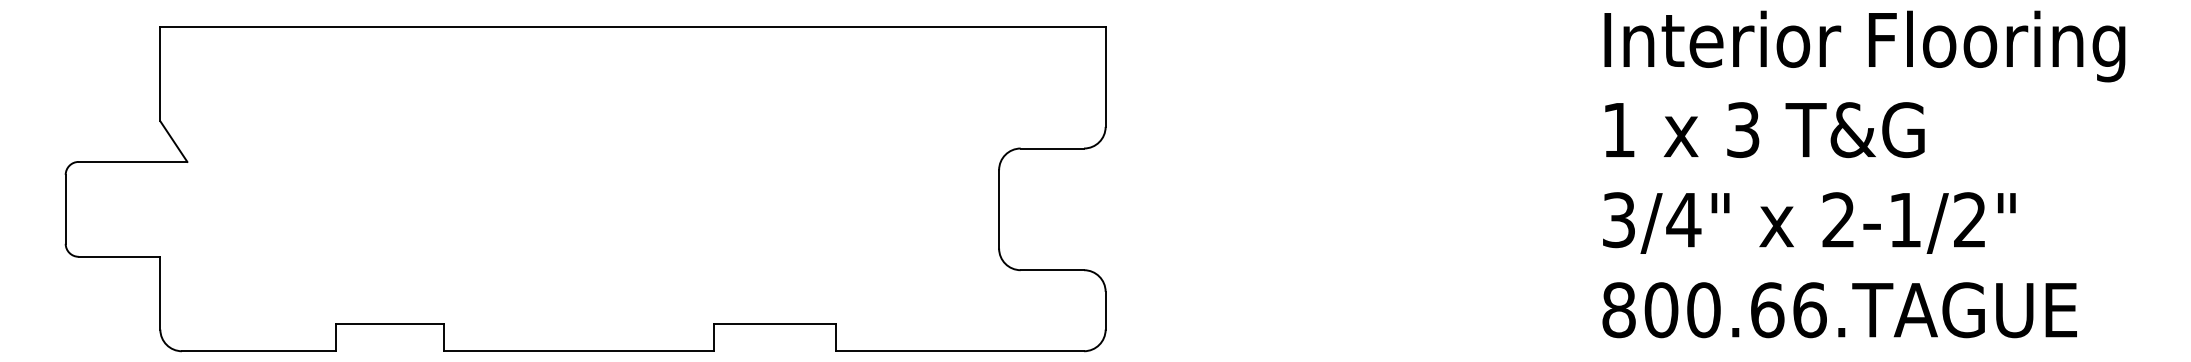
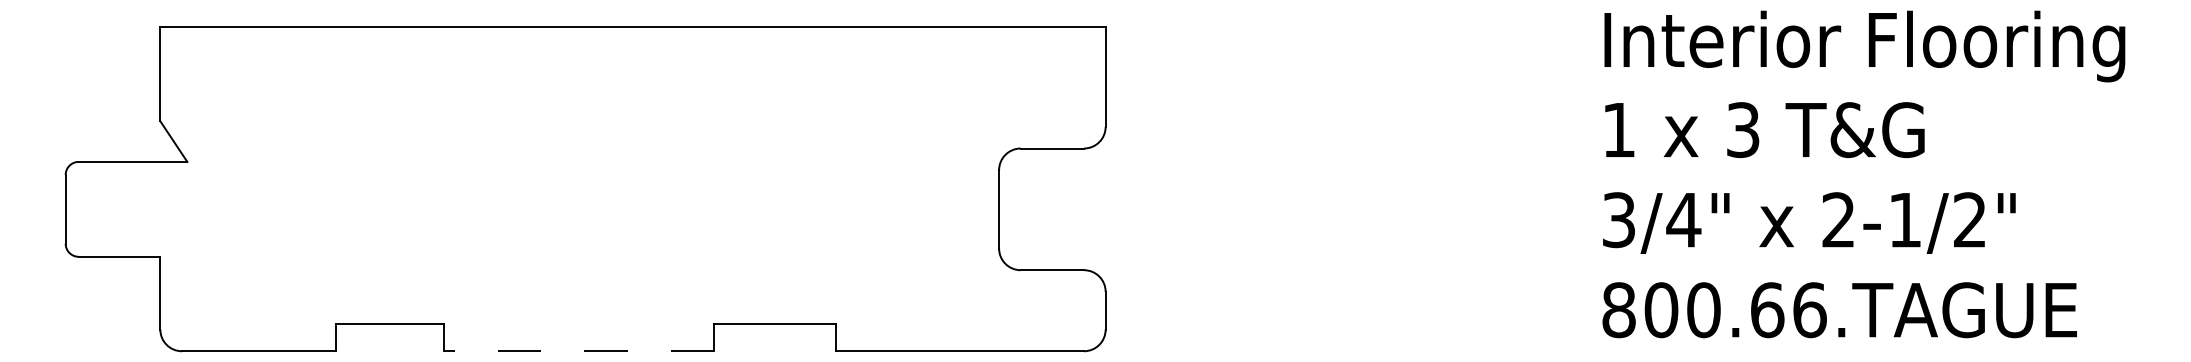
line at (578, 351): solid -> dashed
